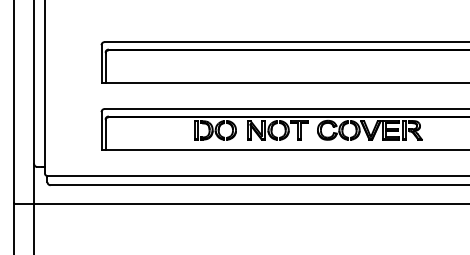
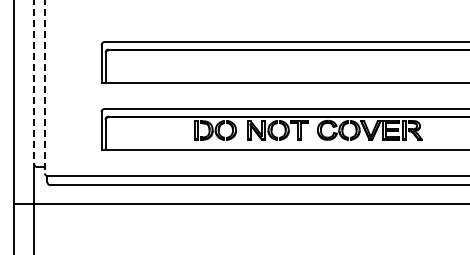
line at (34, 82): solid -> dashed
line at (44, 87): solid -> dashed
